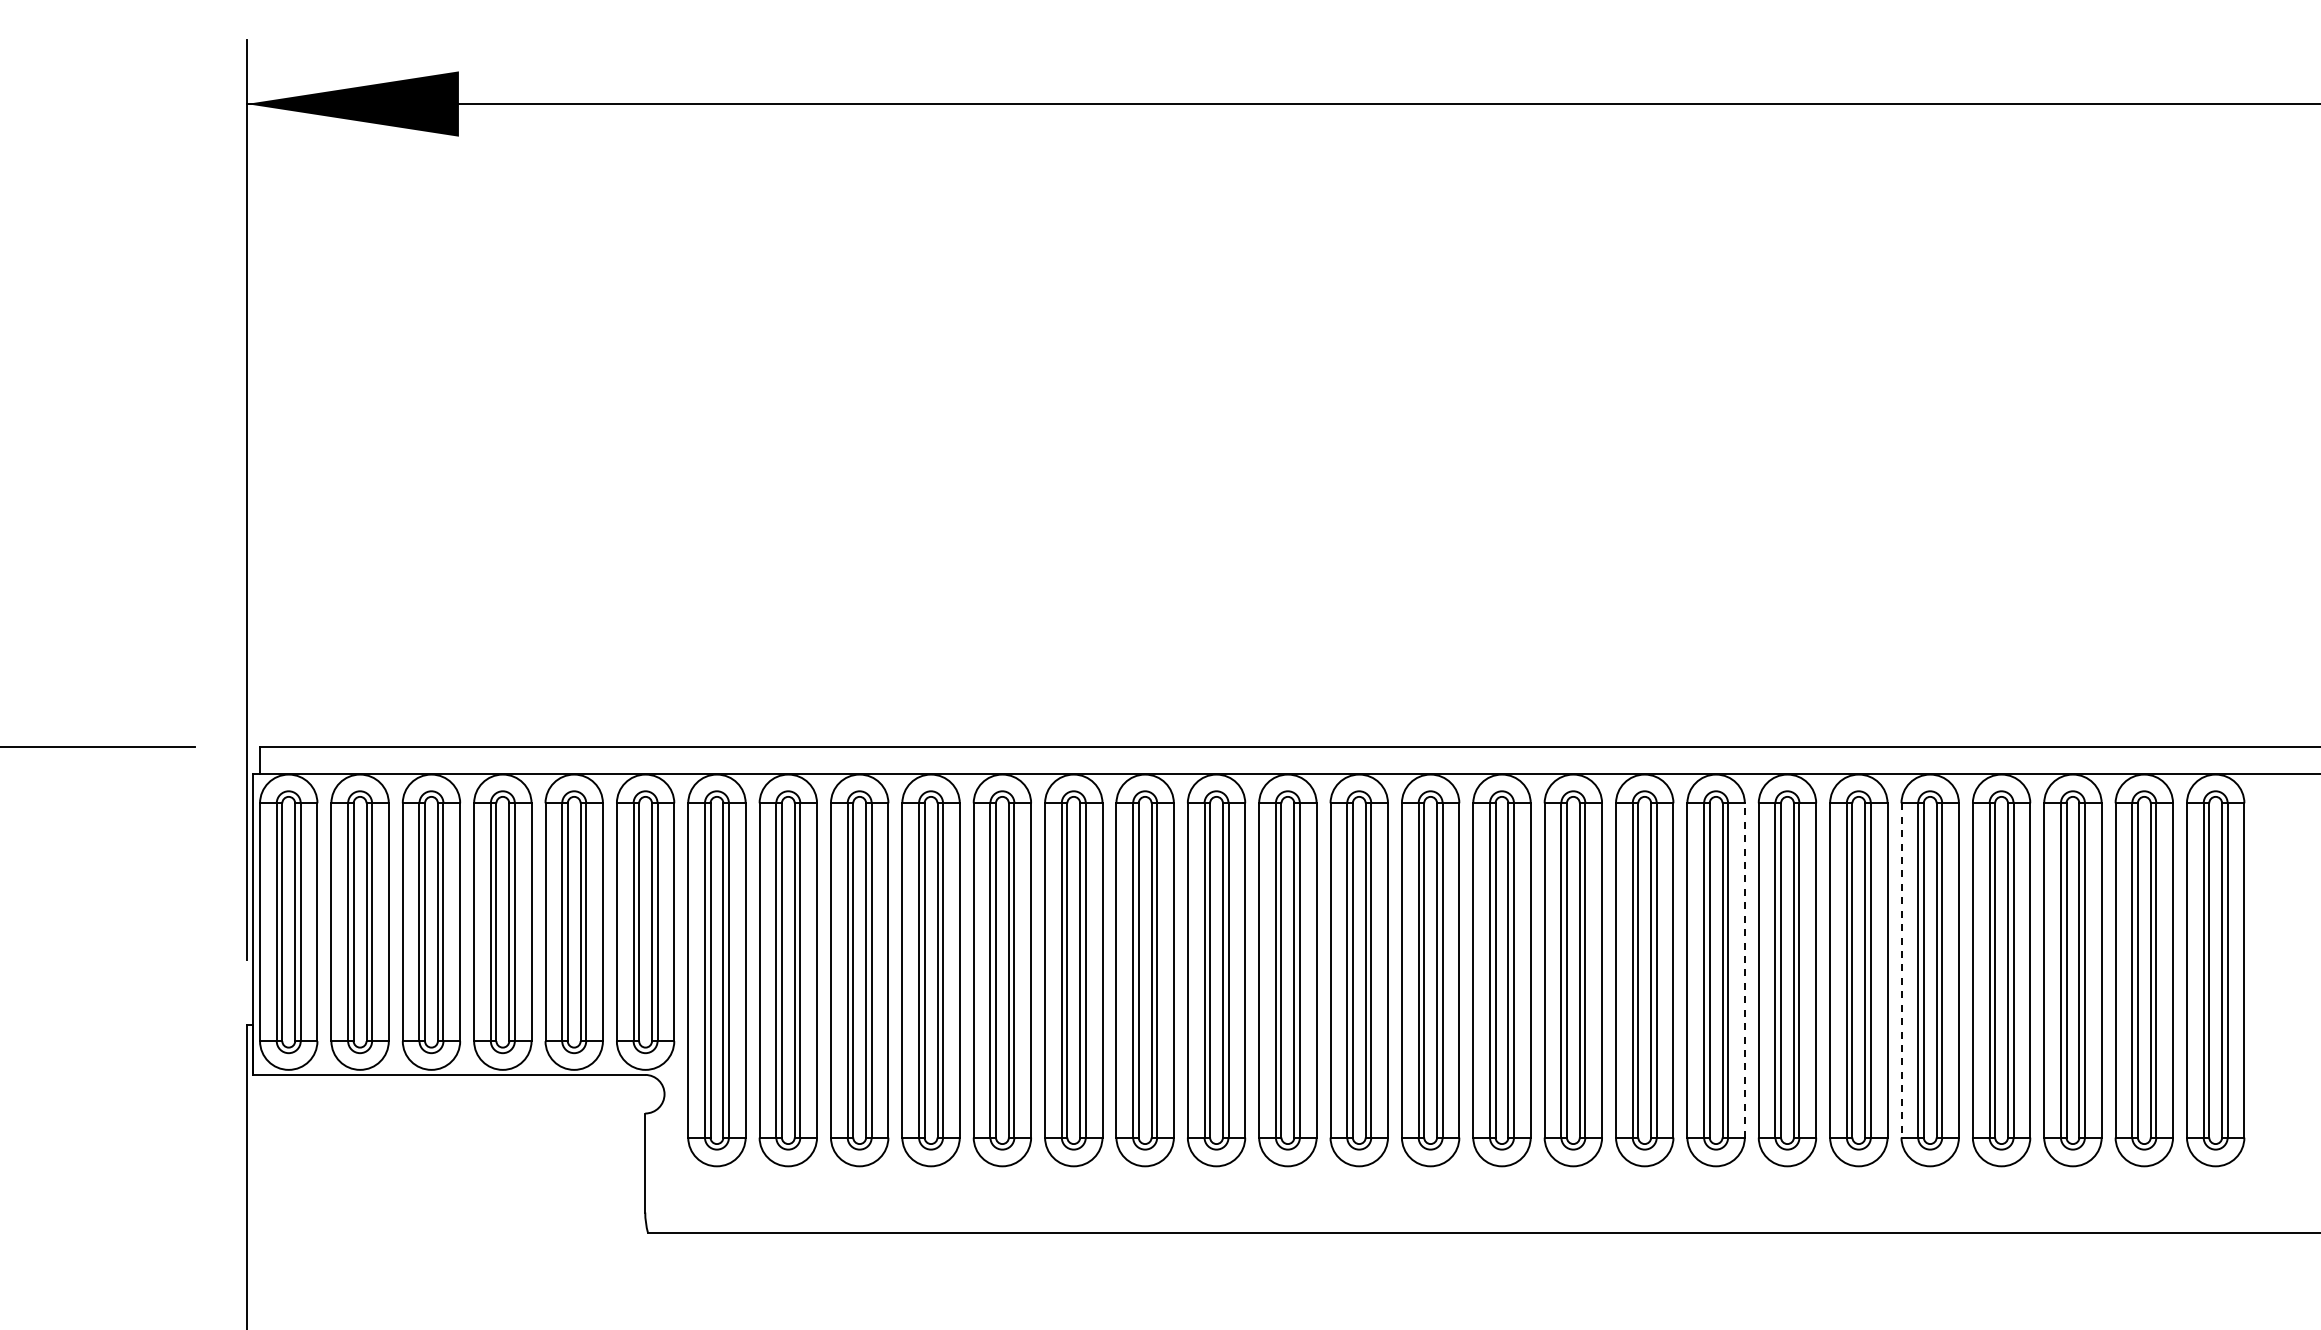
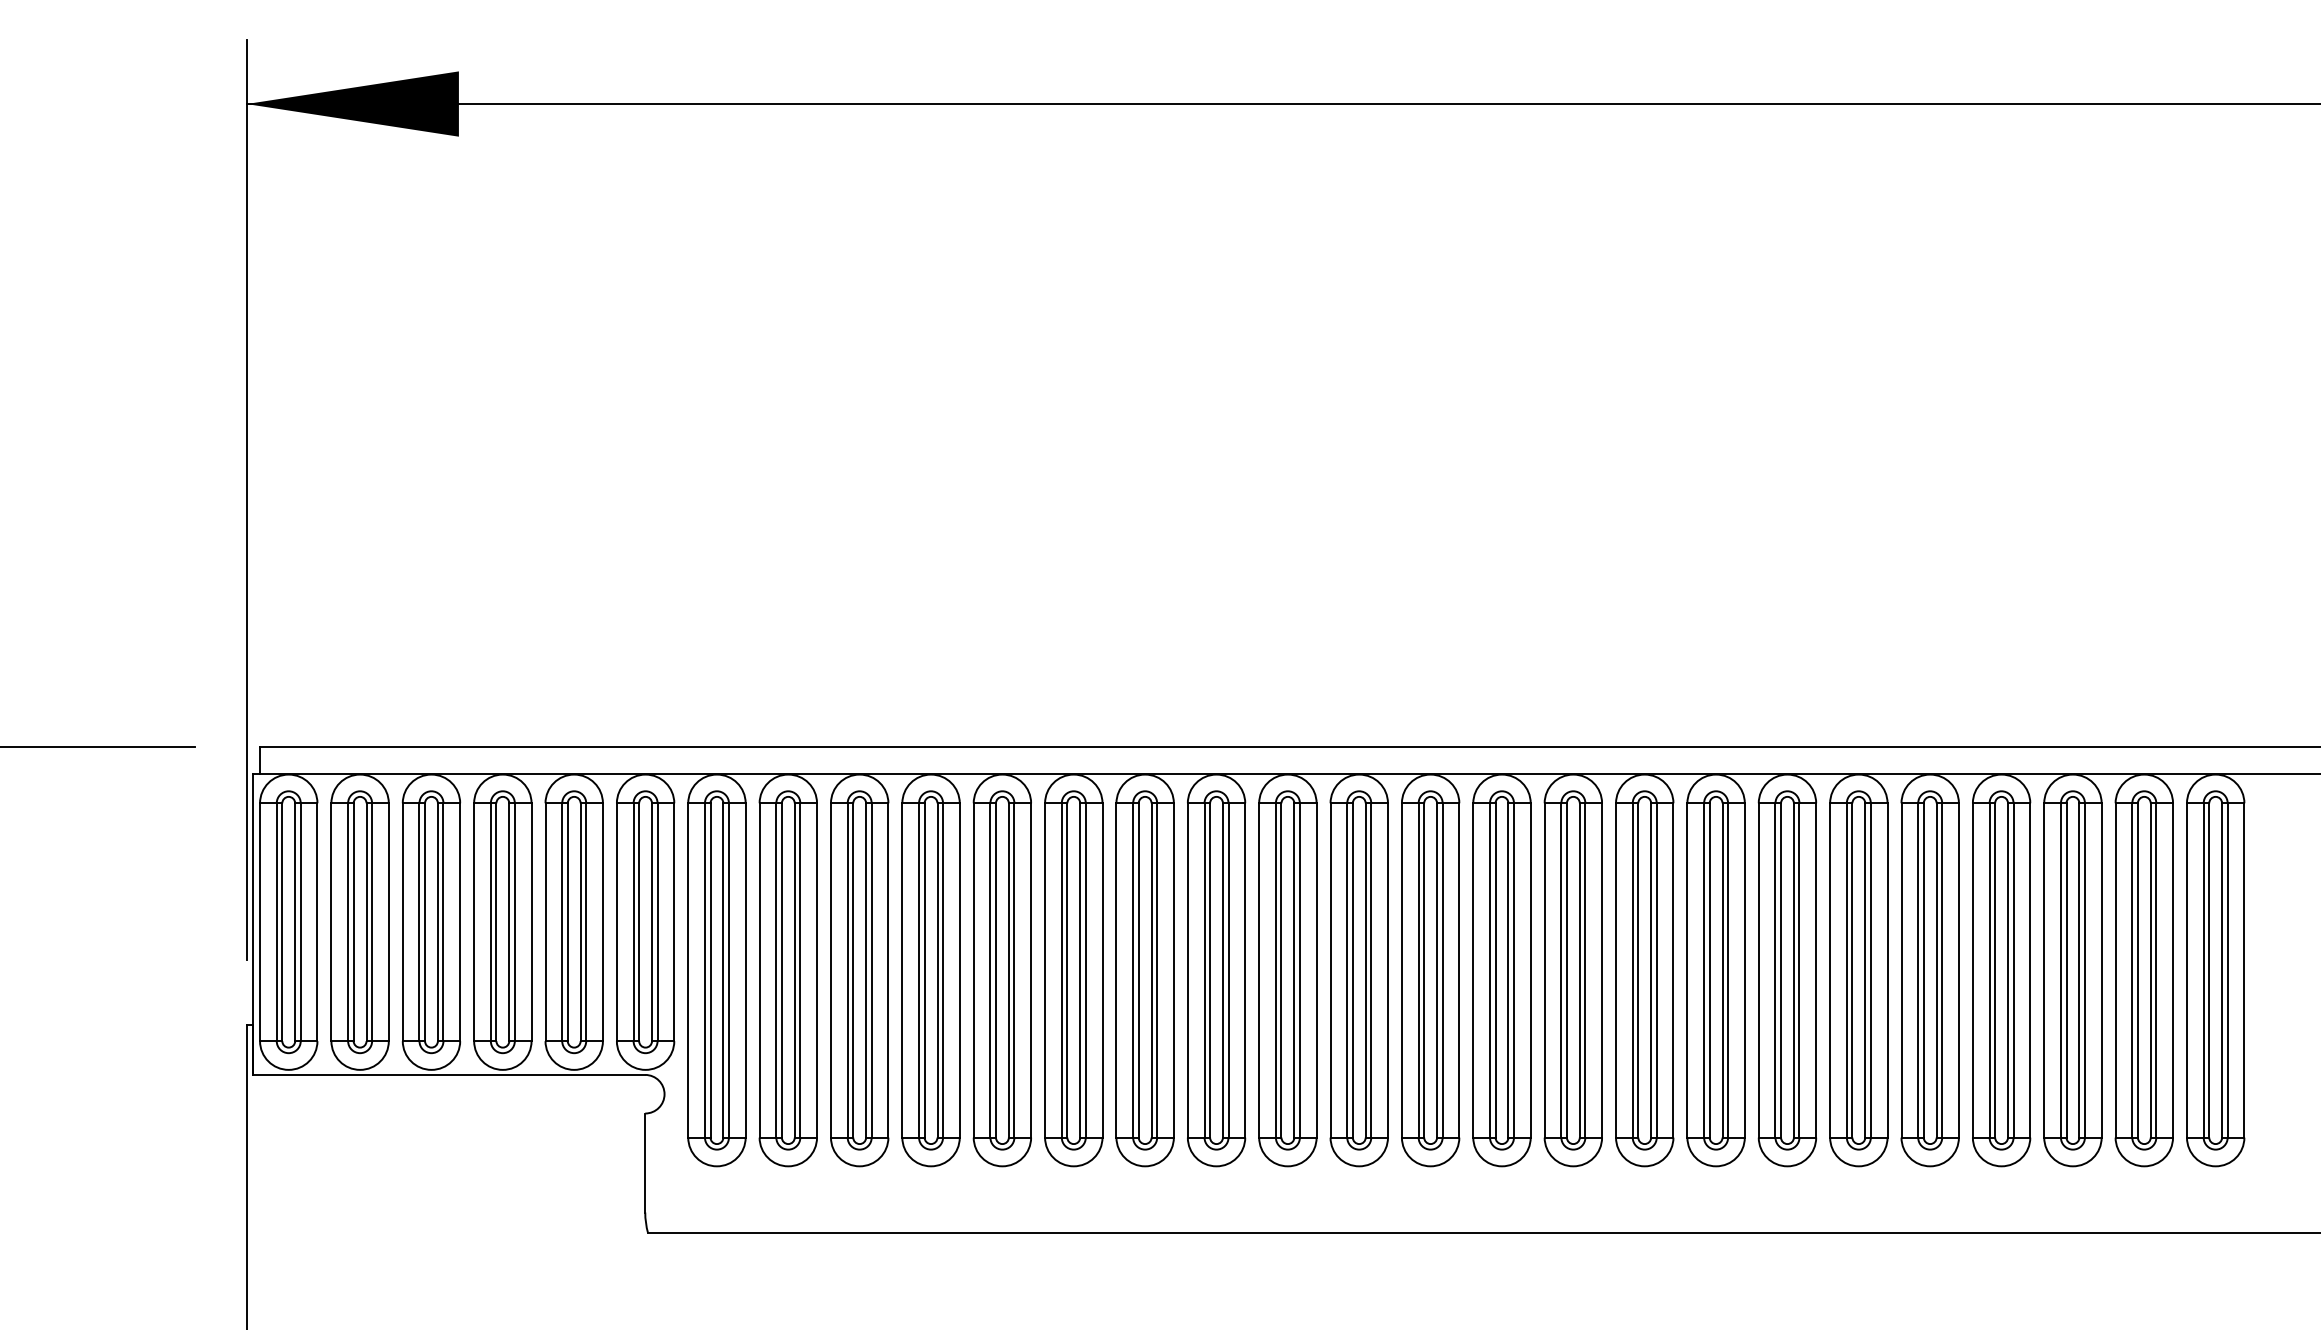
line at (1744, 969): dashed -> solid
line at (1901, 970): dashed -> solid
